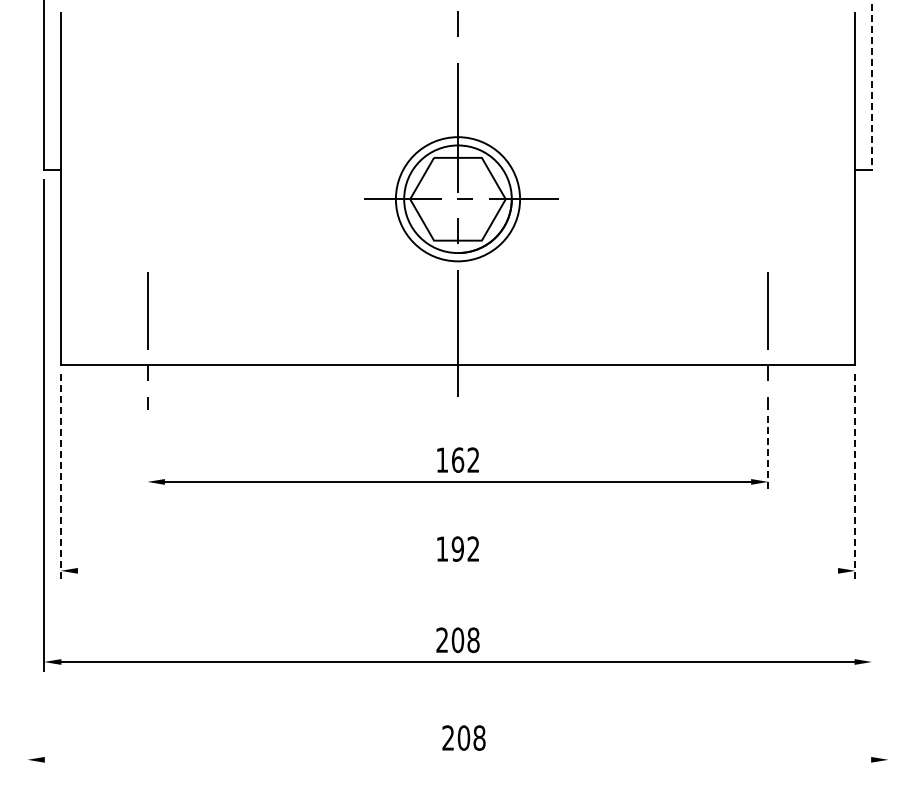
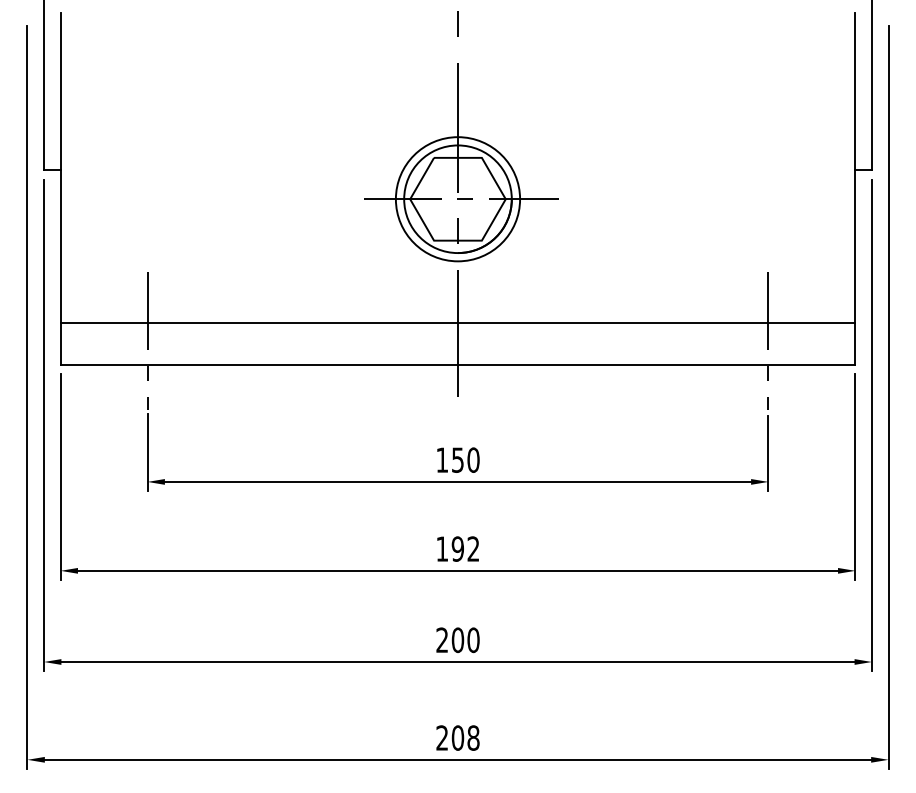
line at (871, 85): dashed -> solid
line at (457, 323): none -> present
line at (27, 397): none -> present
line at (888, 397): none -> present
line at (871, 425): none -> present
line at (147, 452): none -> present
line at (768, 453): dashed -> solid
text at (465, 459): 162 -> 150
line at (60, 477): dashed -> solid
line at (855, 477): dashed -> solid
line at (457, 570): none -> present
text at (473, 639): 208 -> 200
text at (463, 737) position: (463, 737) -> (457, 737)
line at (457, 759): none -> present
